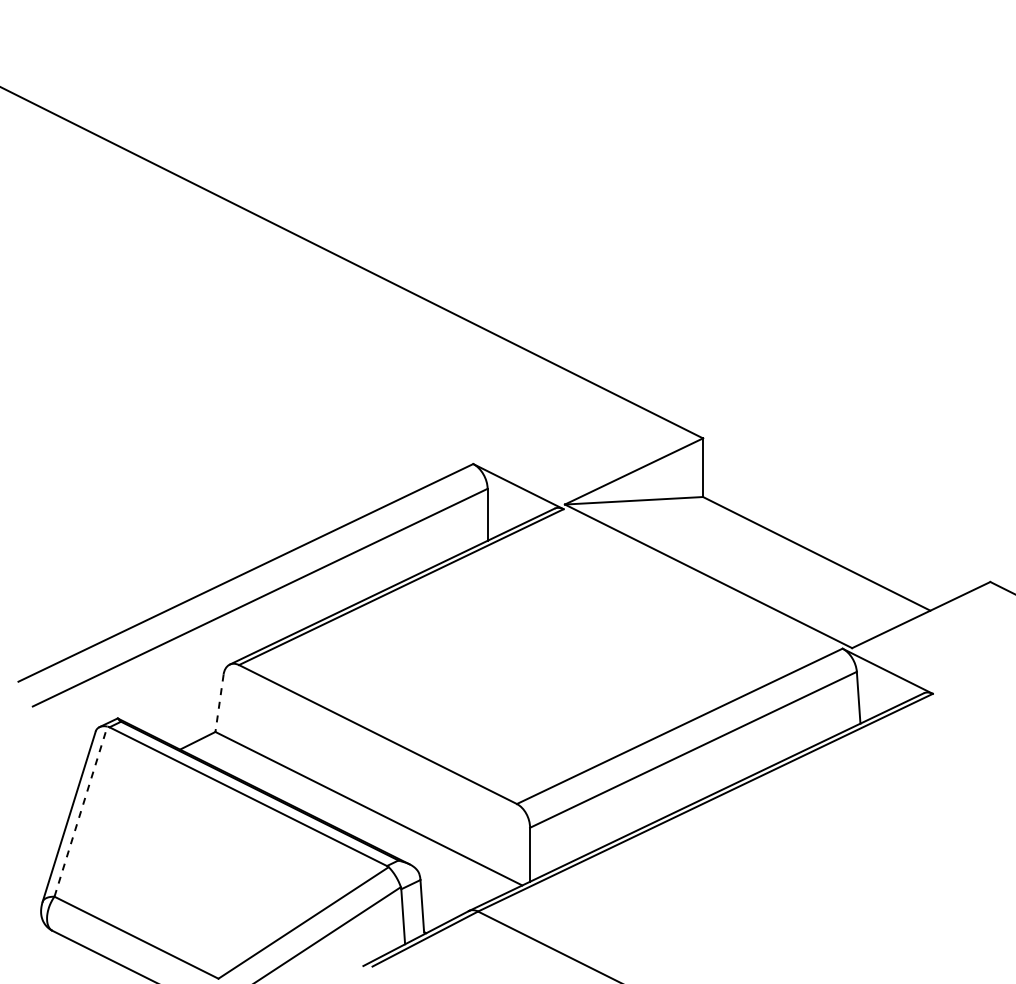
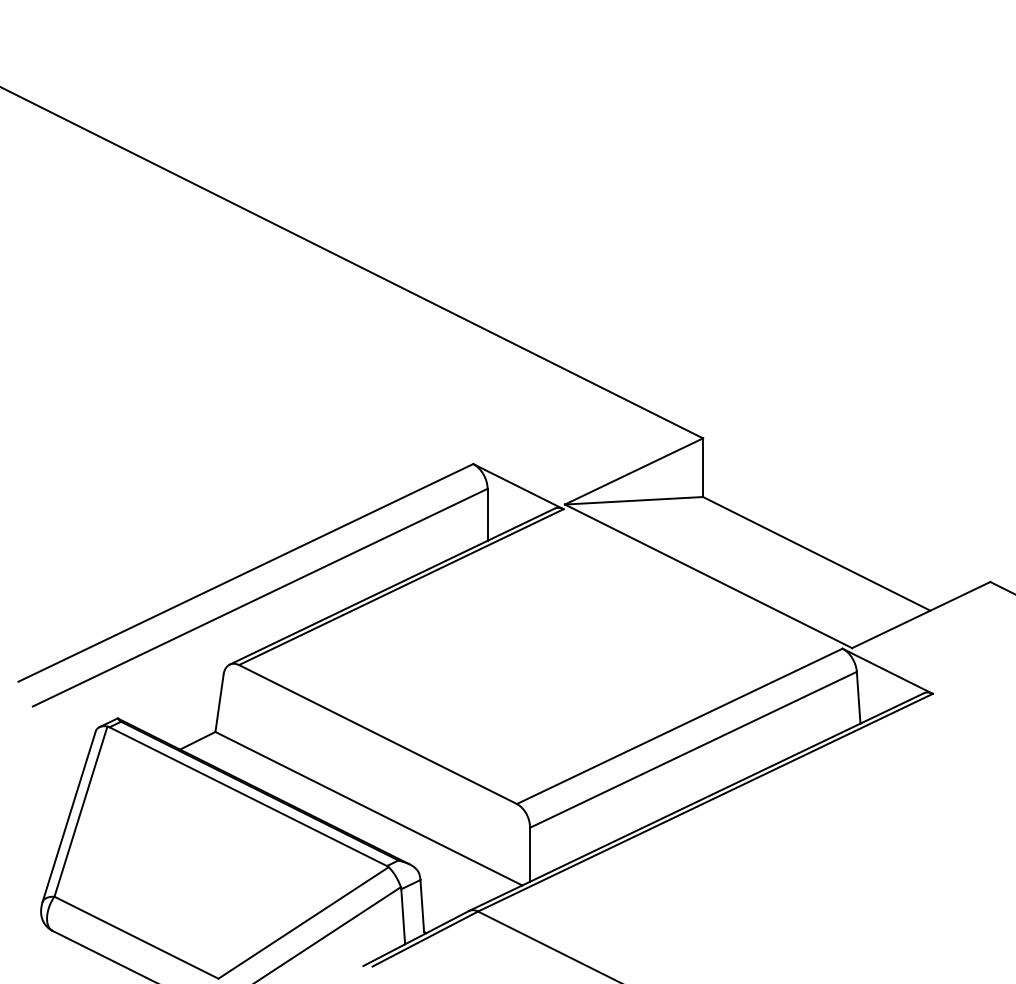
line at (219, 703): dashed -> solid
line at (81, 811): dashed -> solid
